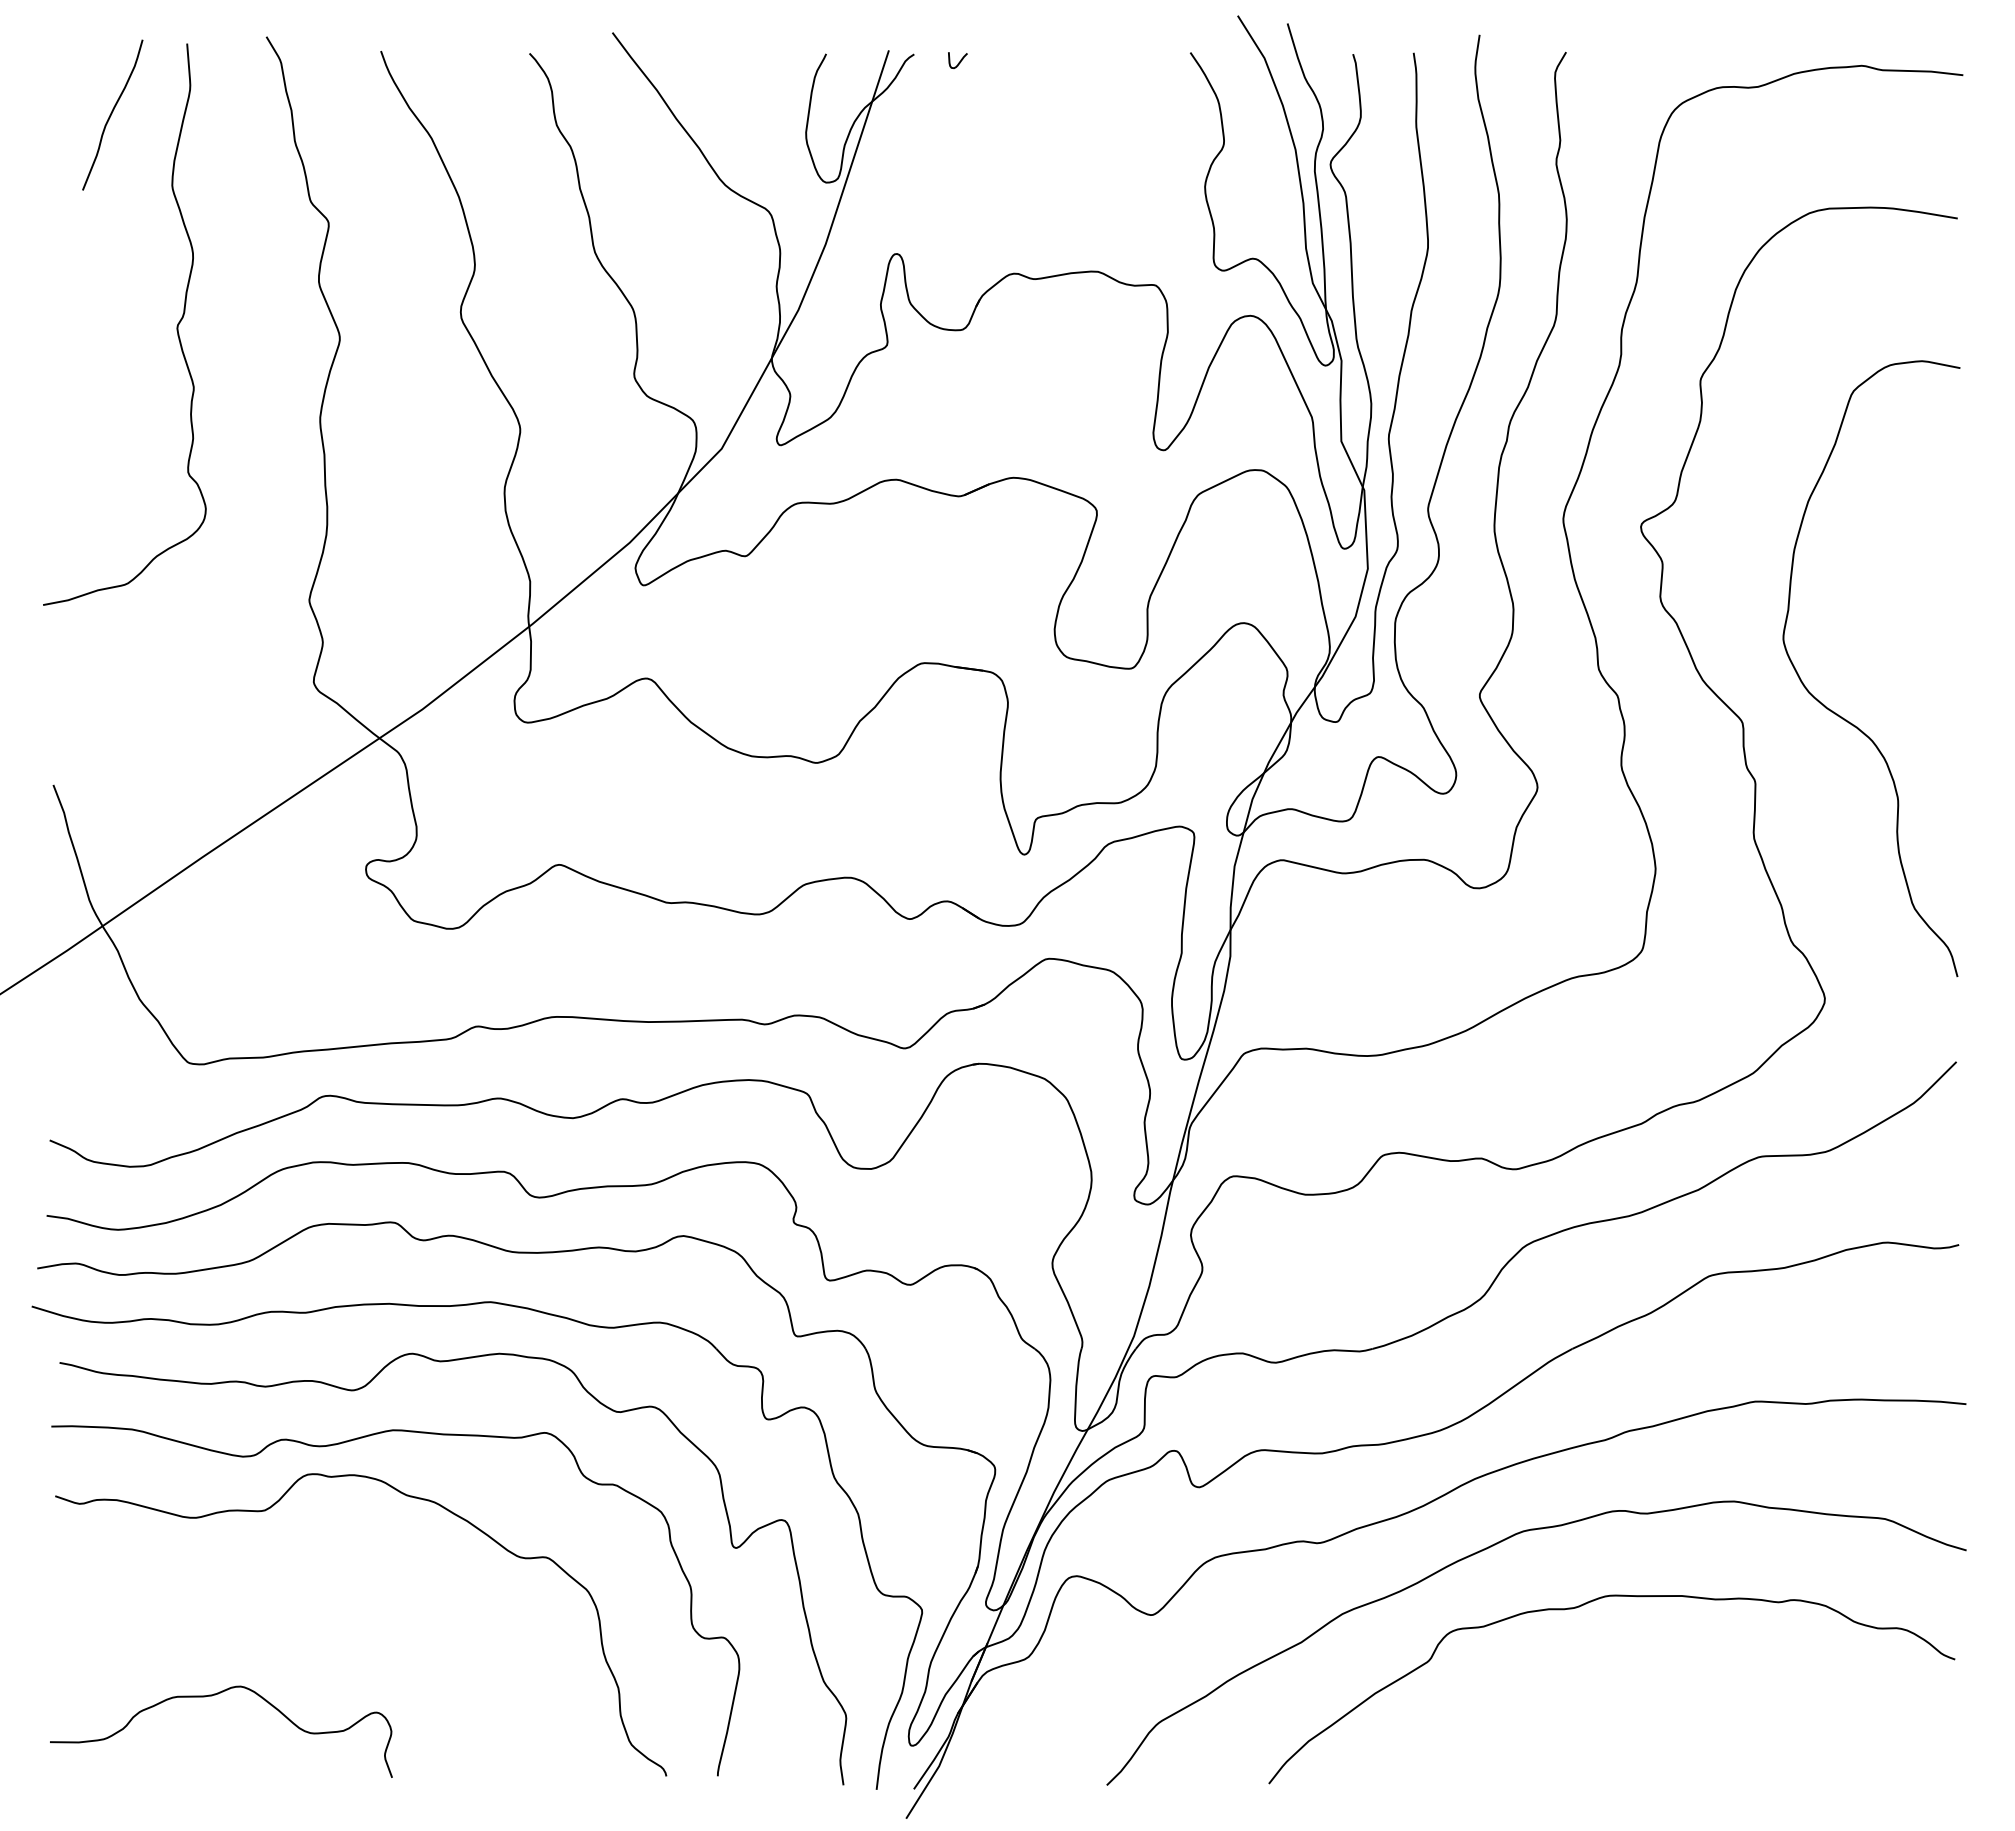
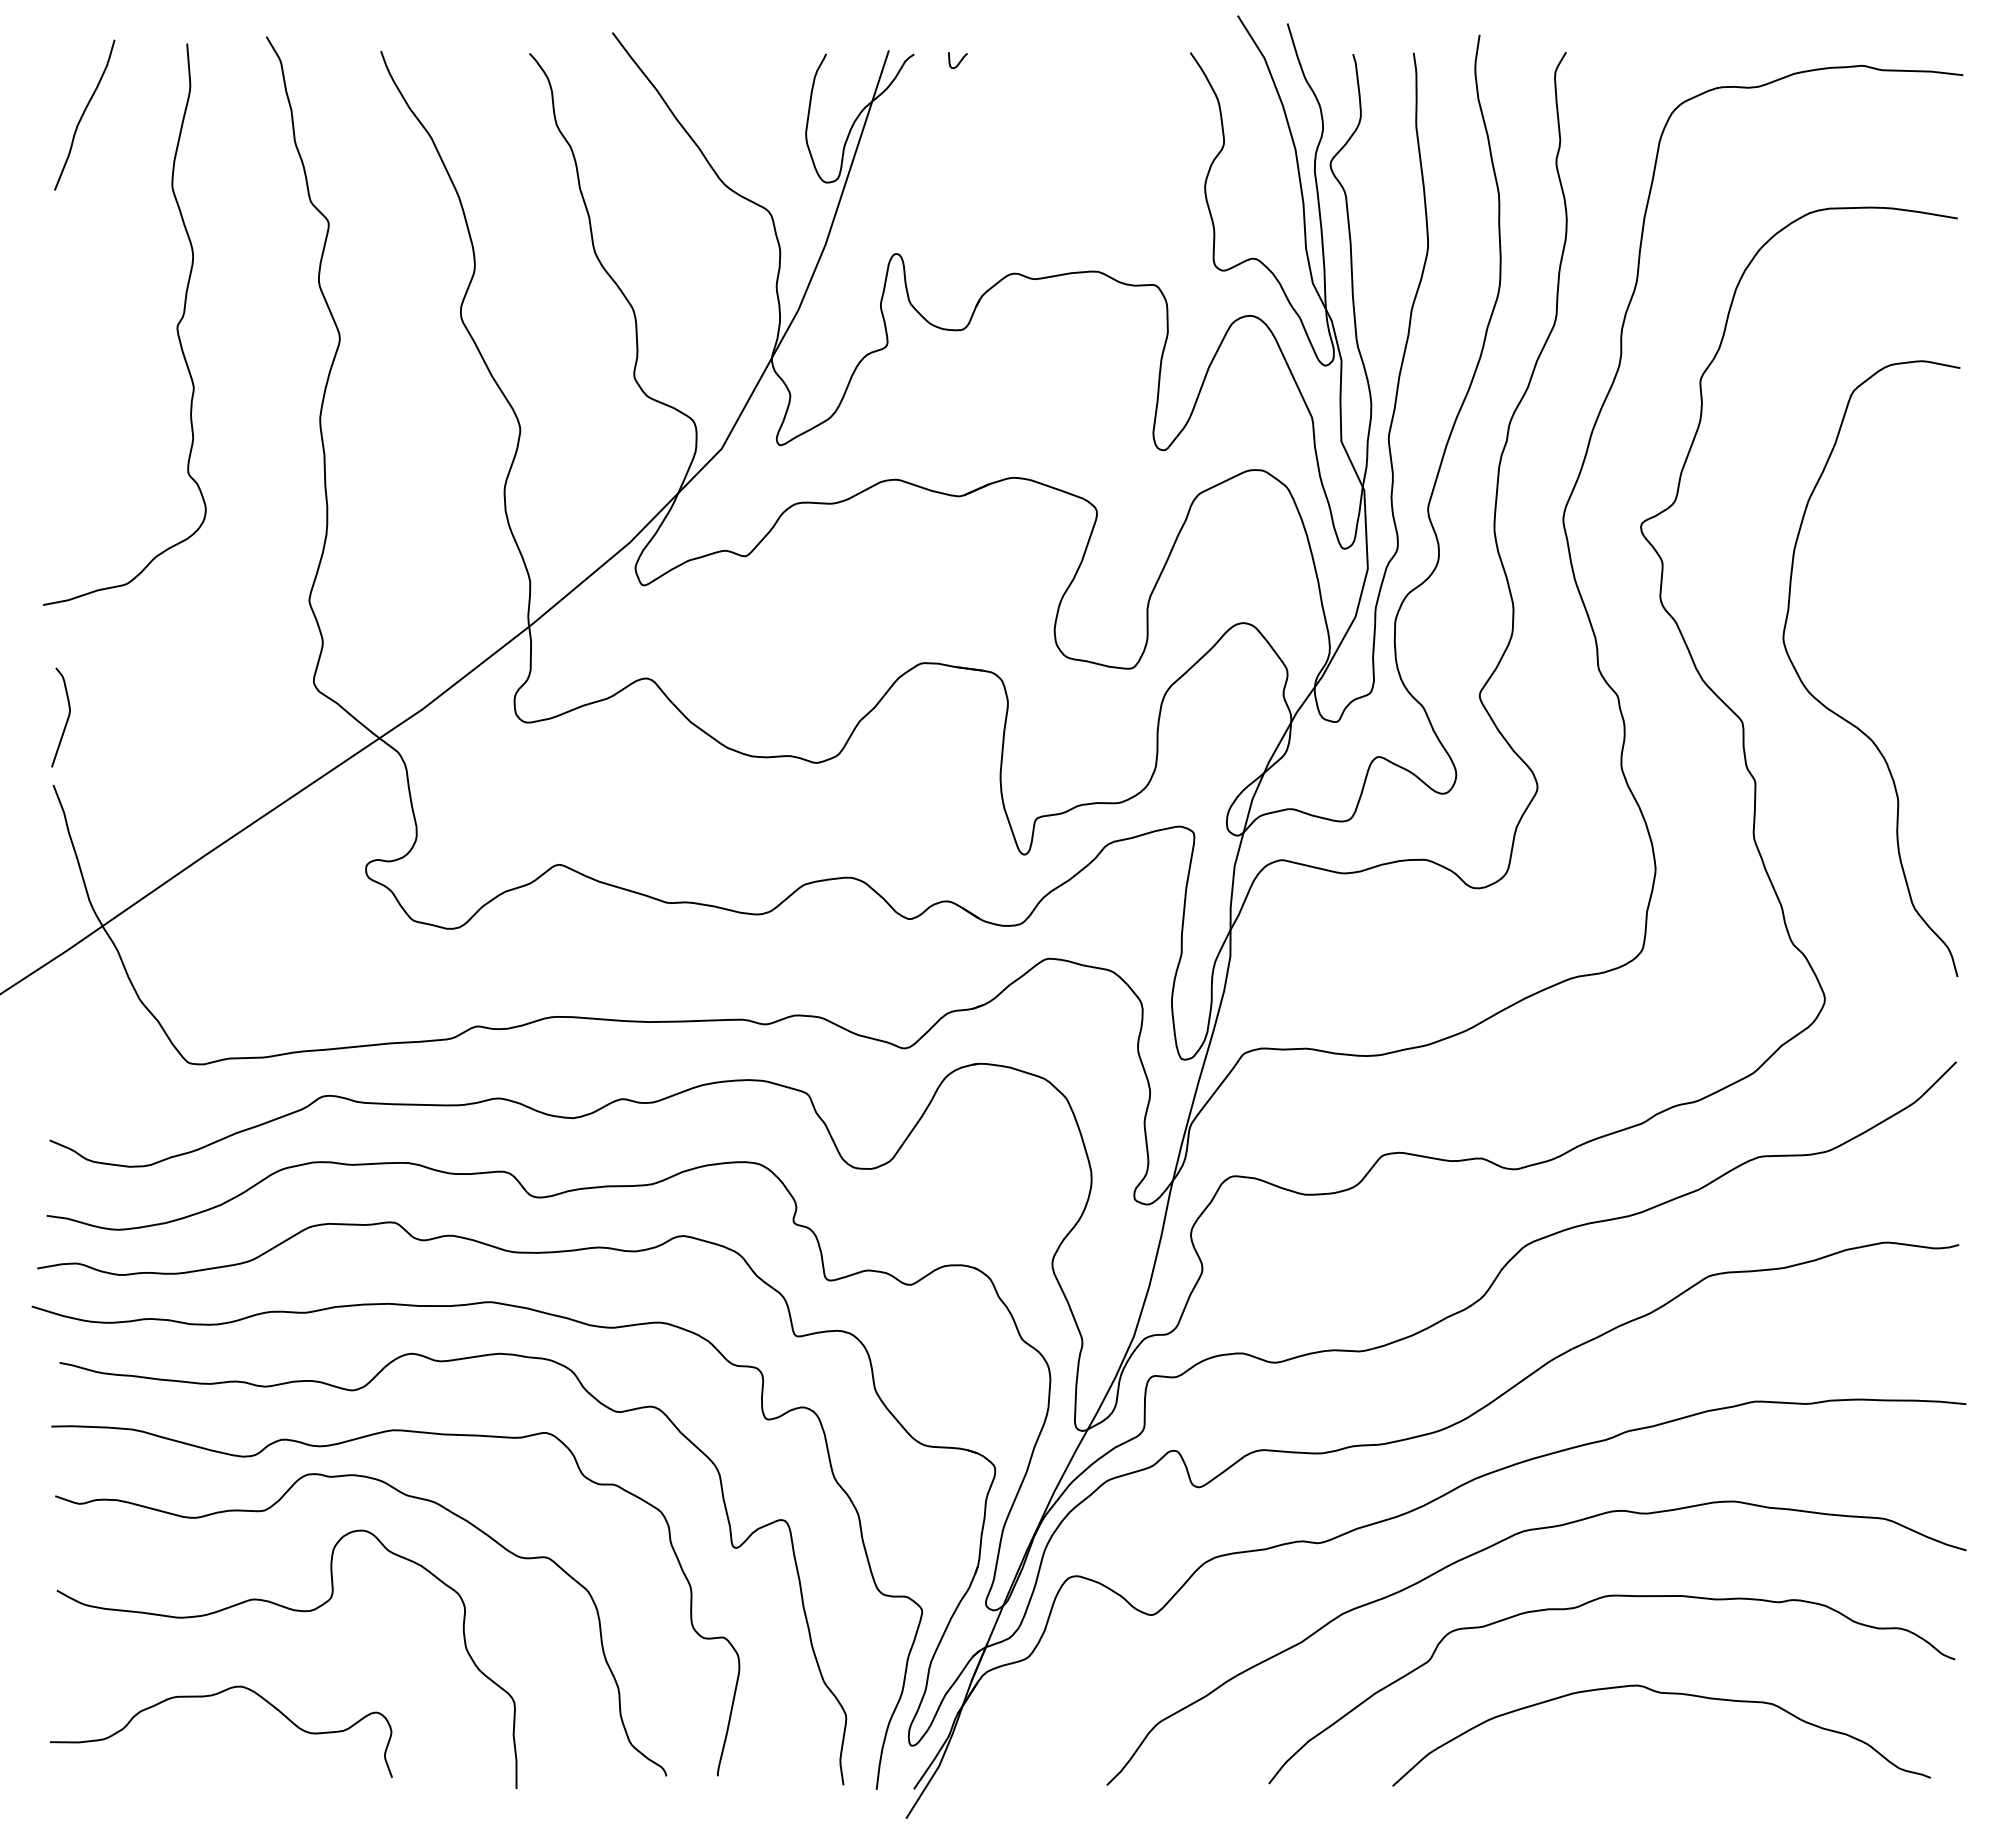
curve at (112, 113) position: (112, 113) -> (84, 113)
curve at (66, 719): none -> present
curve at (294, 1611): none -> present
curve at (1667, 1694): none -> present
